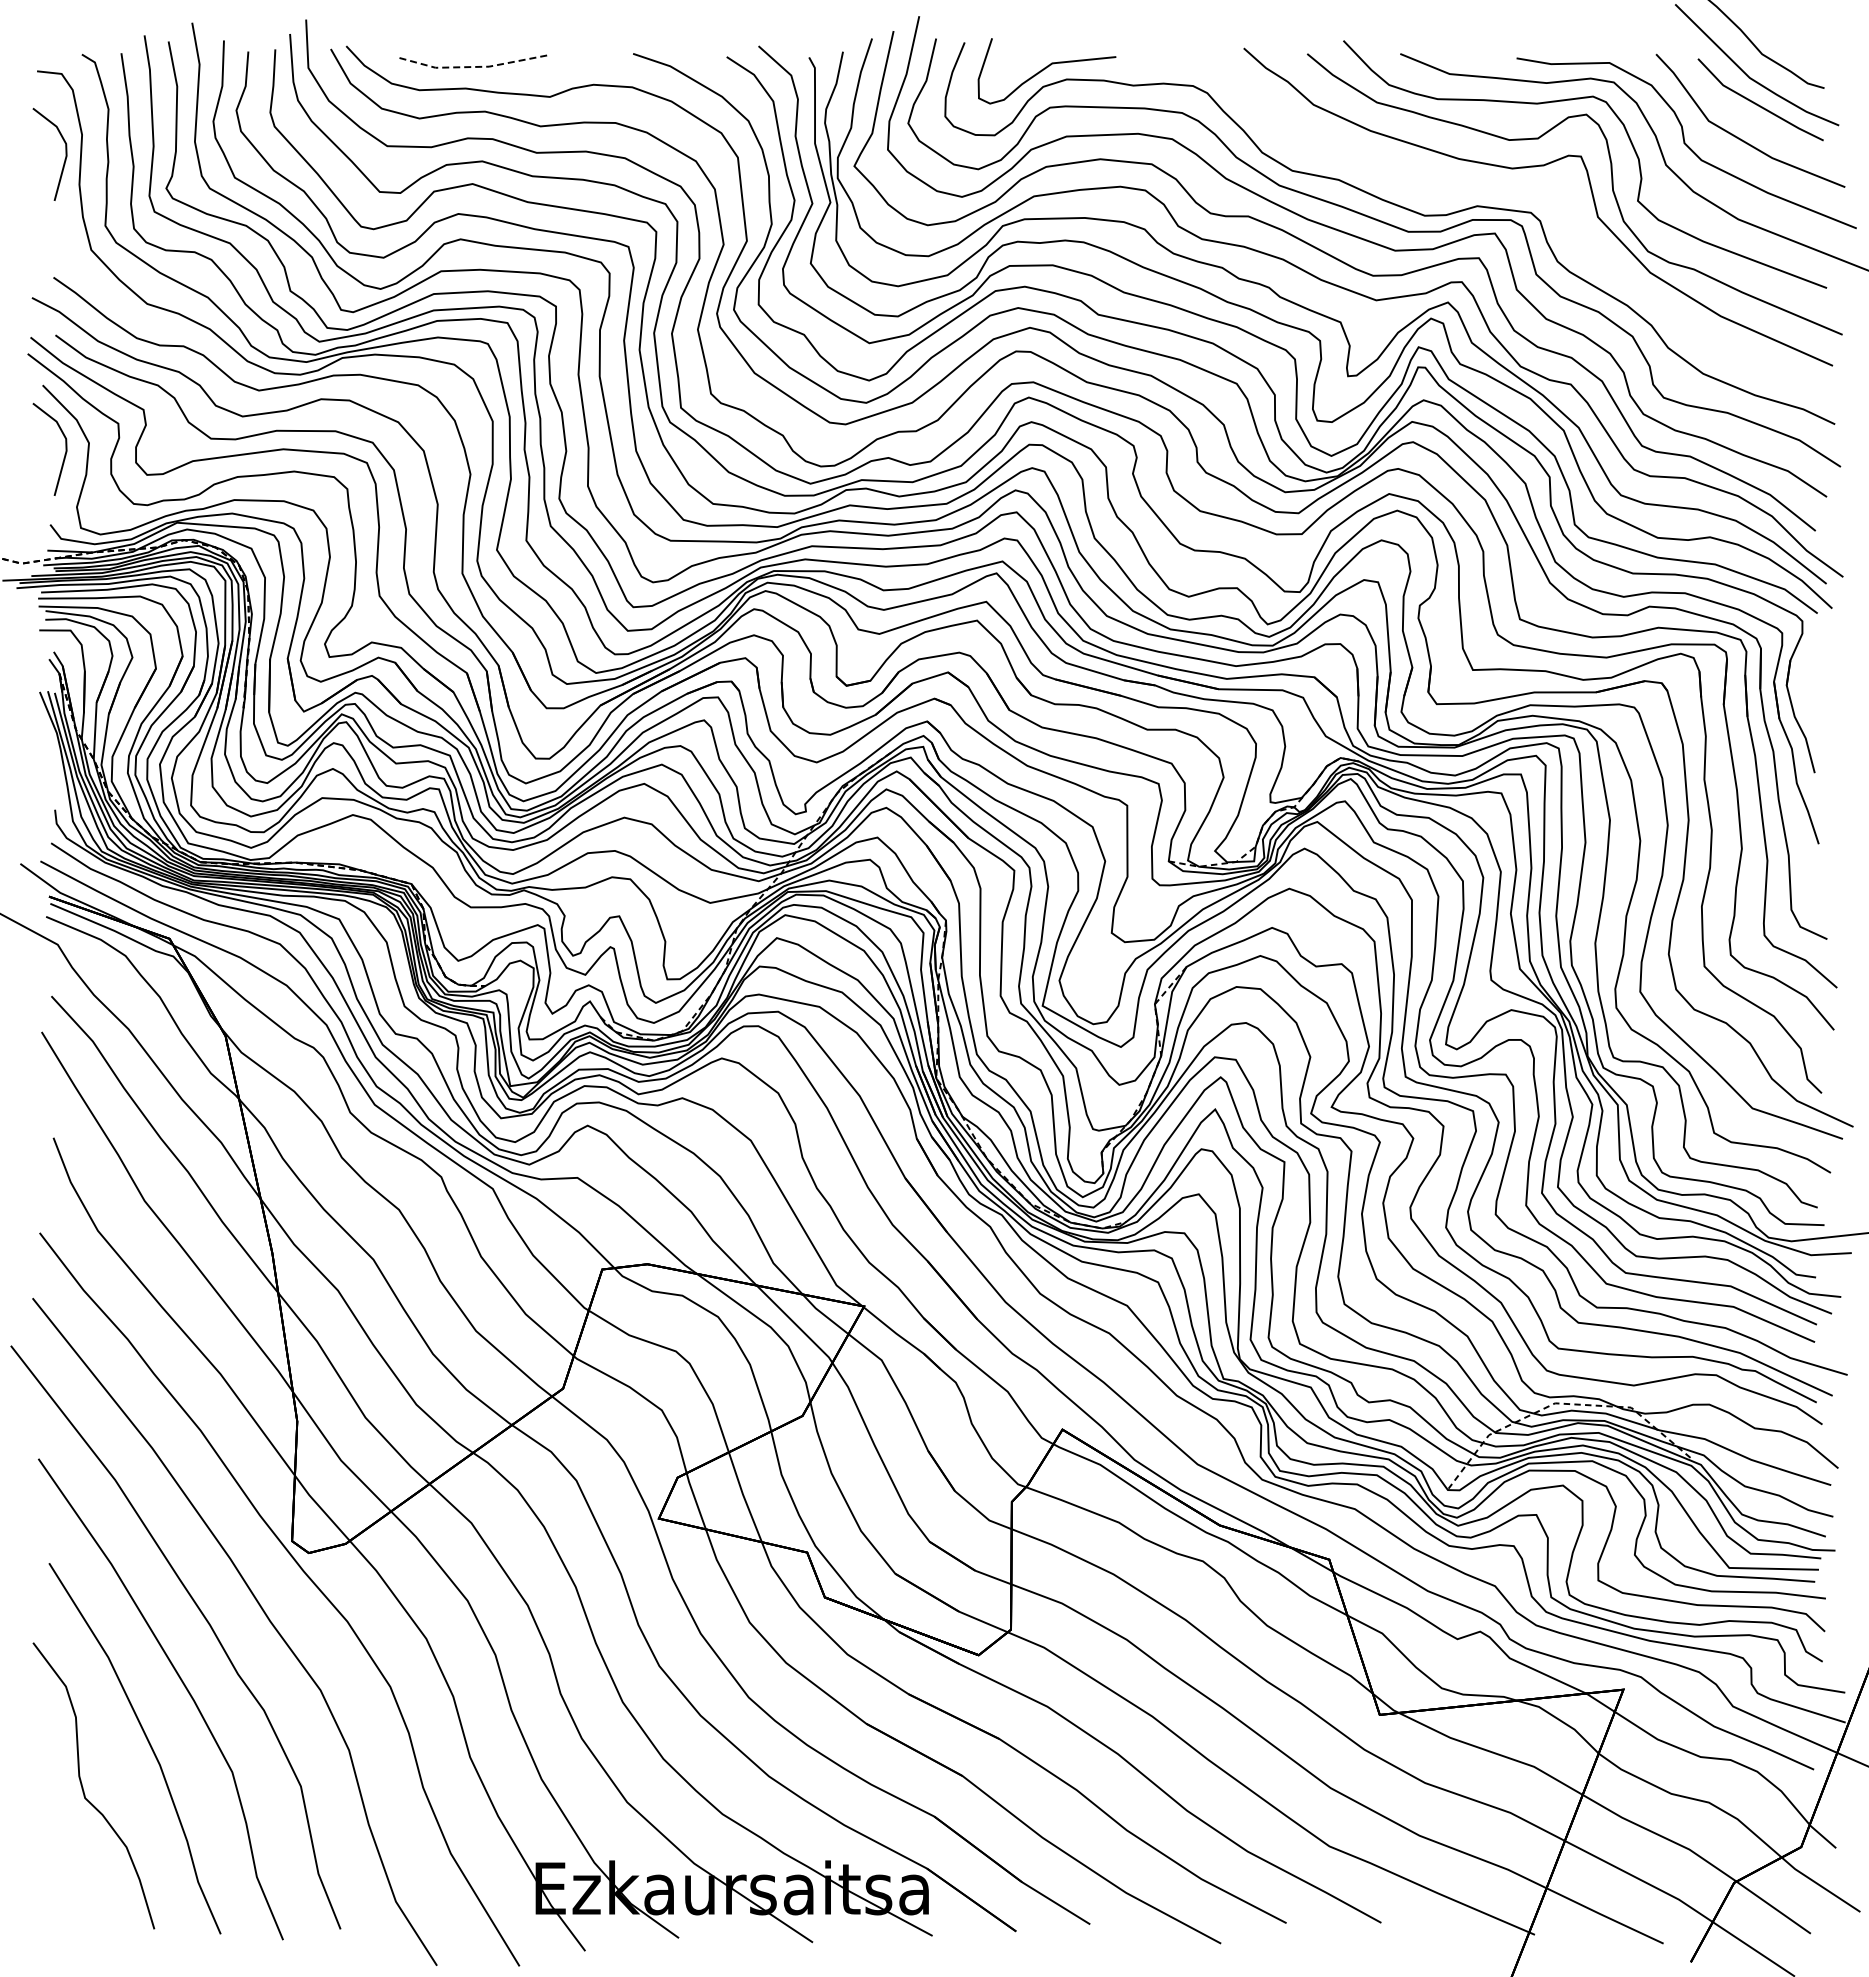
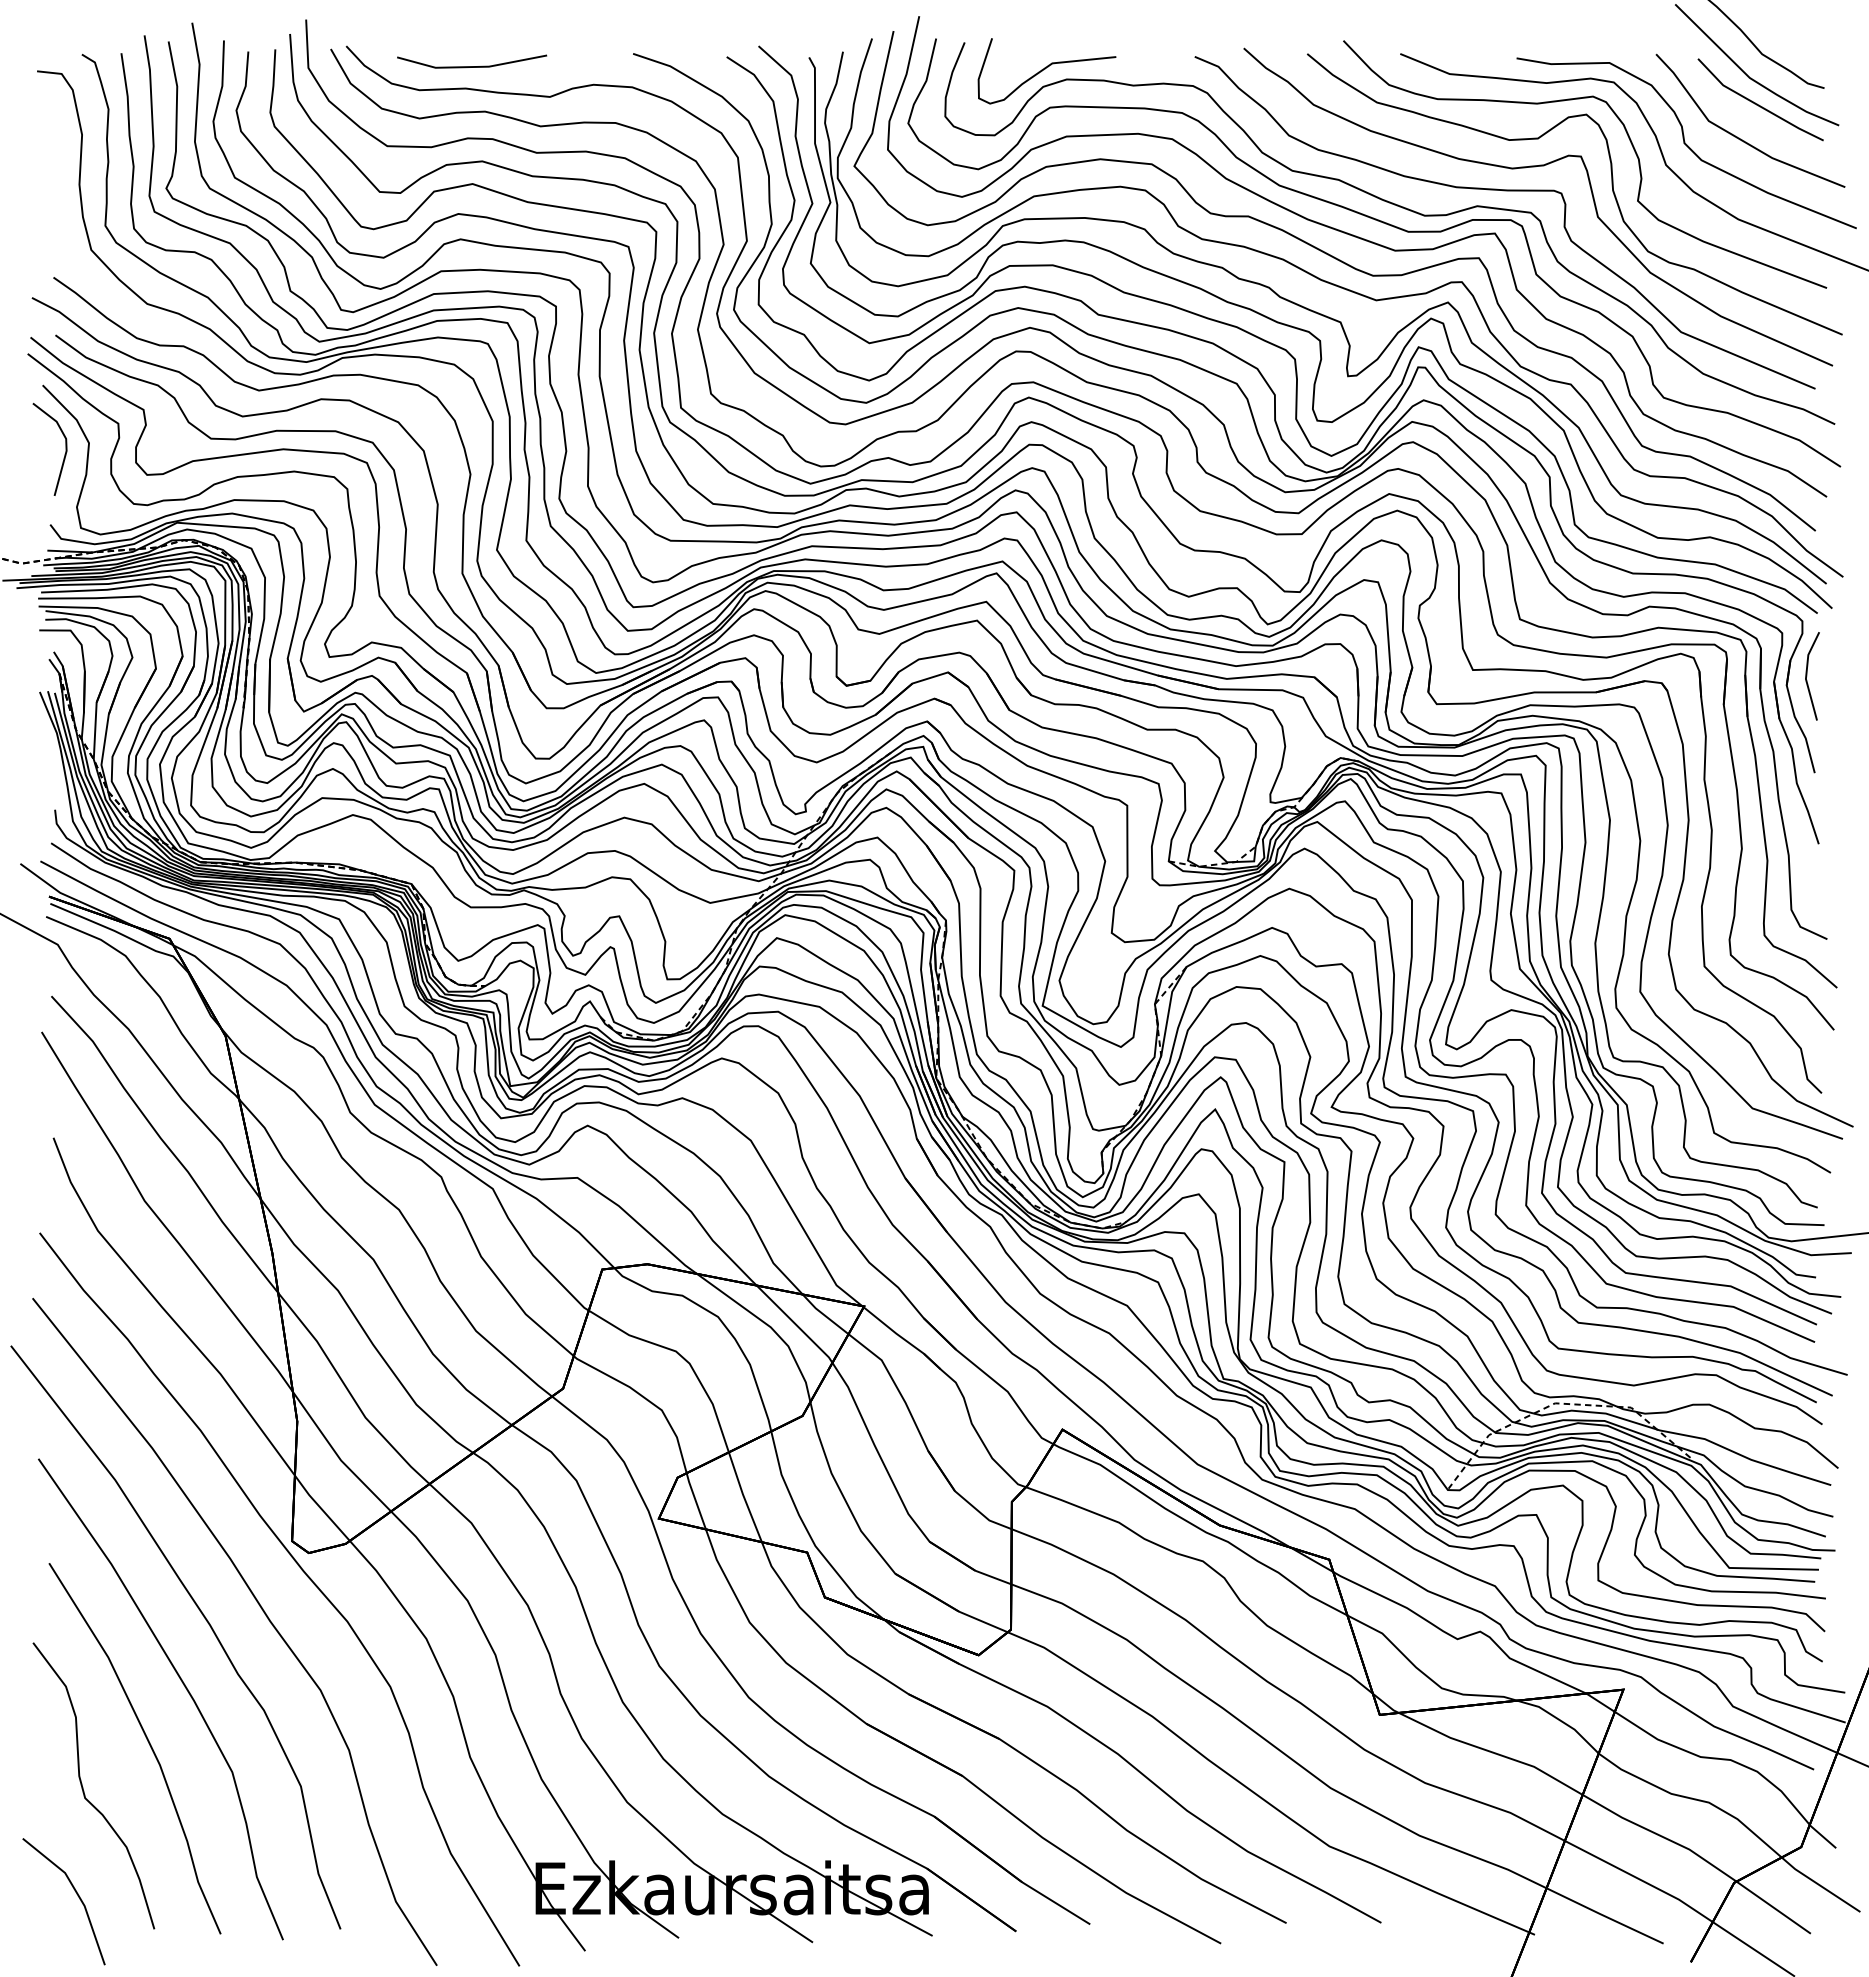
line at (472, 67): dashed -> solid
line at (64, 159): present -> none
curve at (1504, 191): none -> present
line at (1807, 676): none -> present
line at (76, 1894): none -> present
